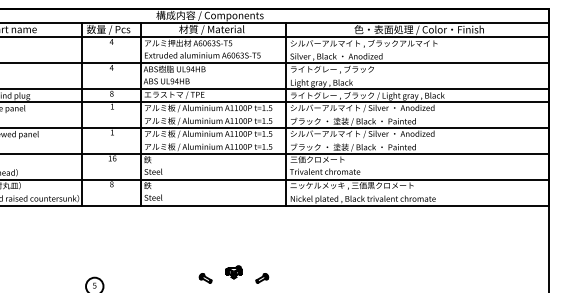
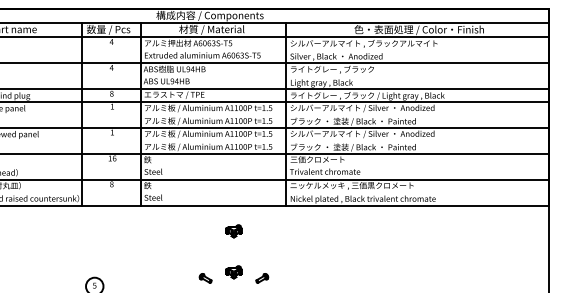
part at (233, 231): none -> present
